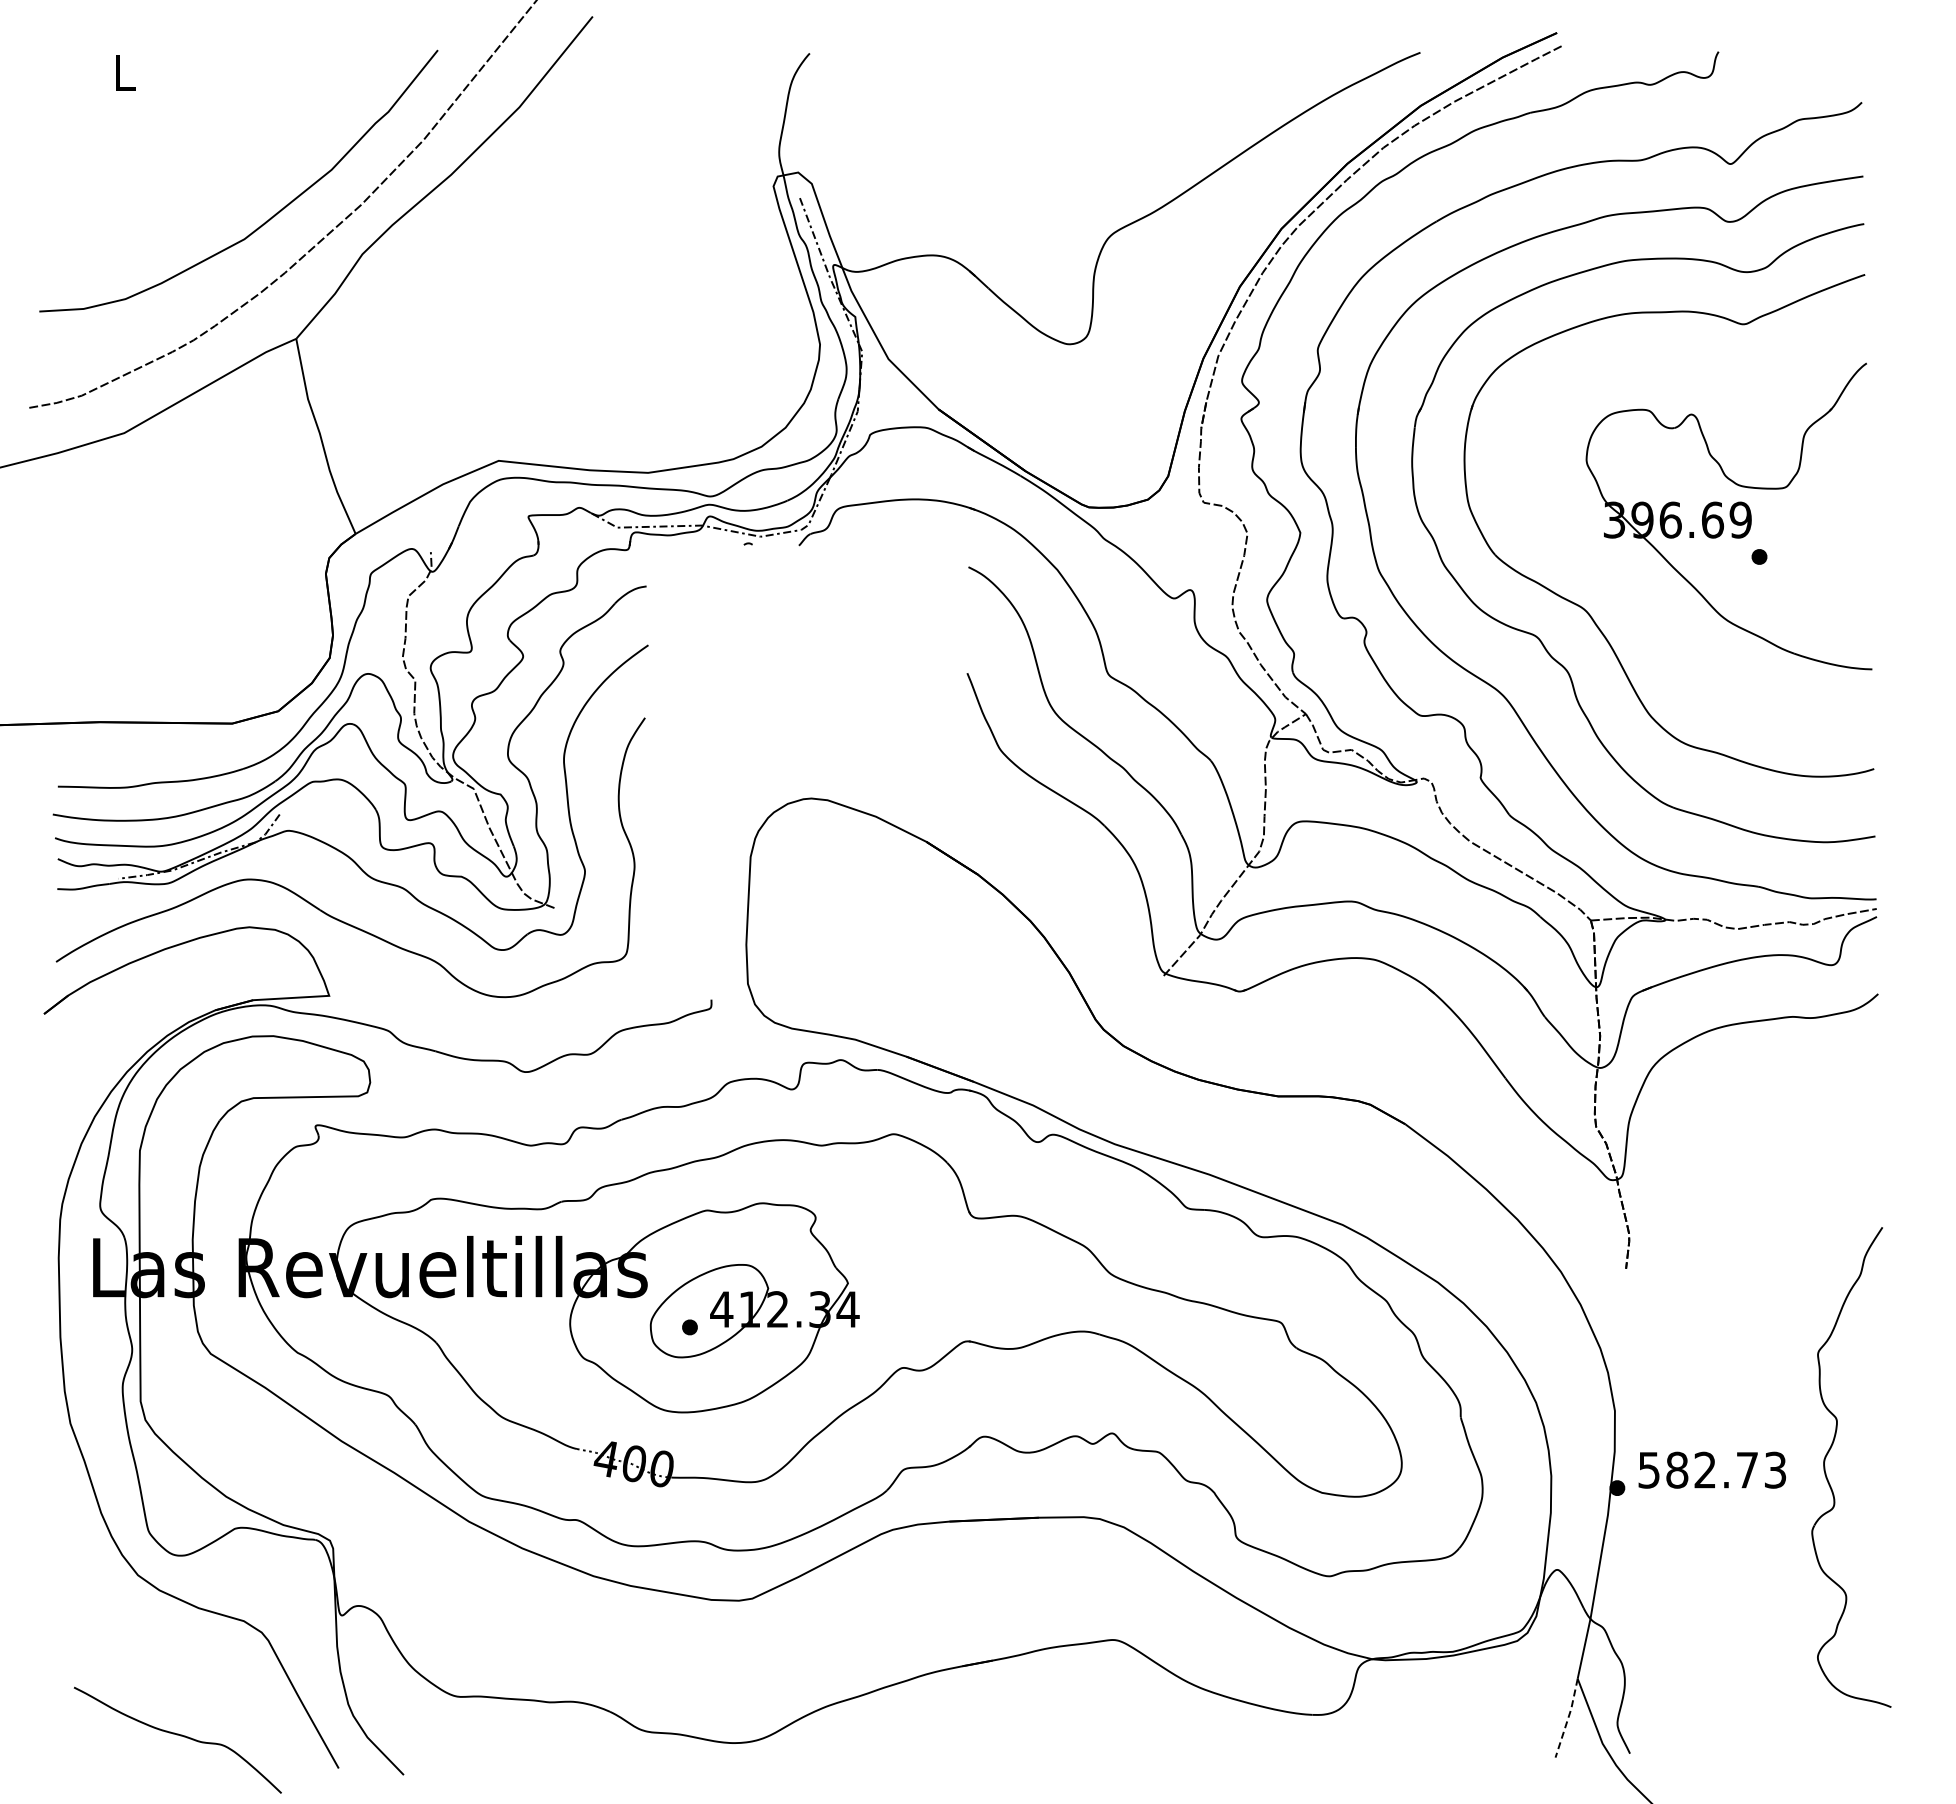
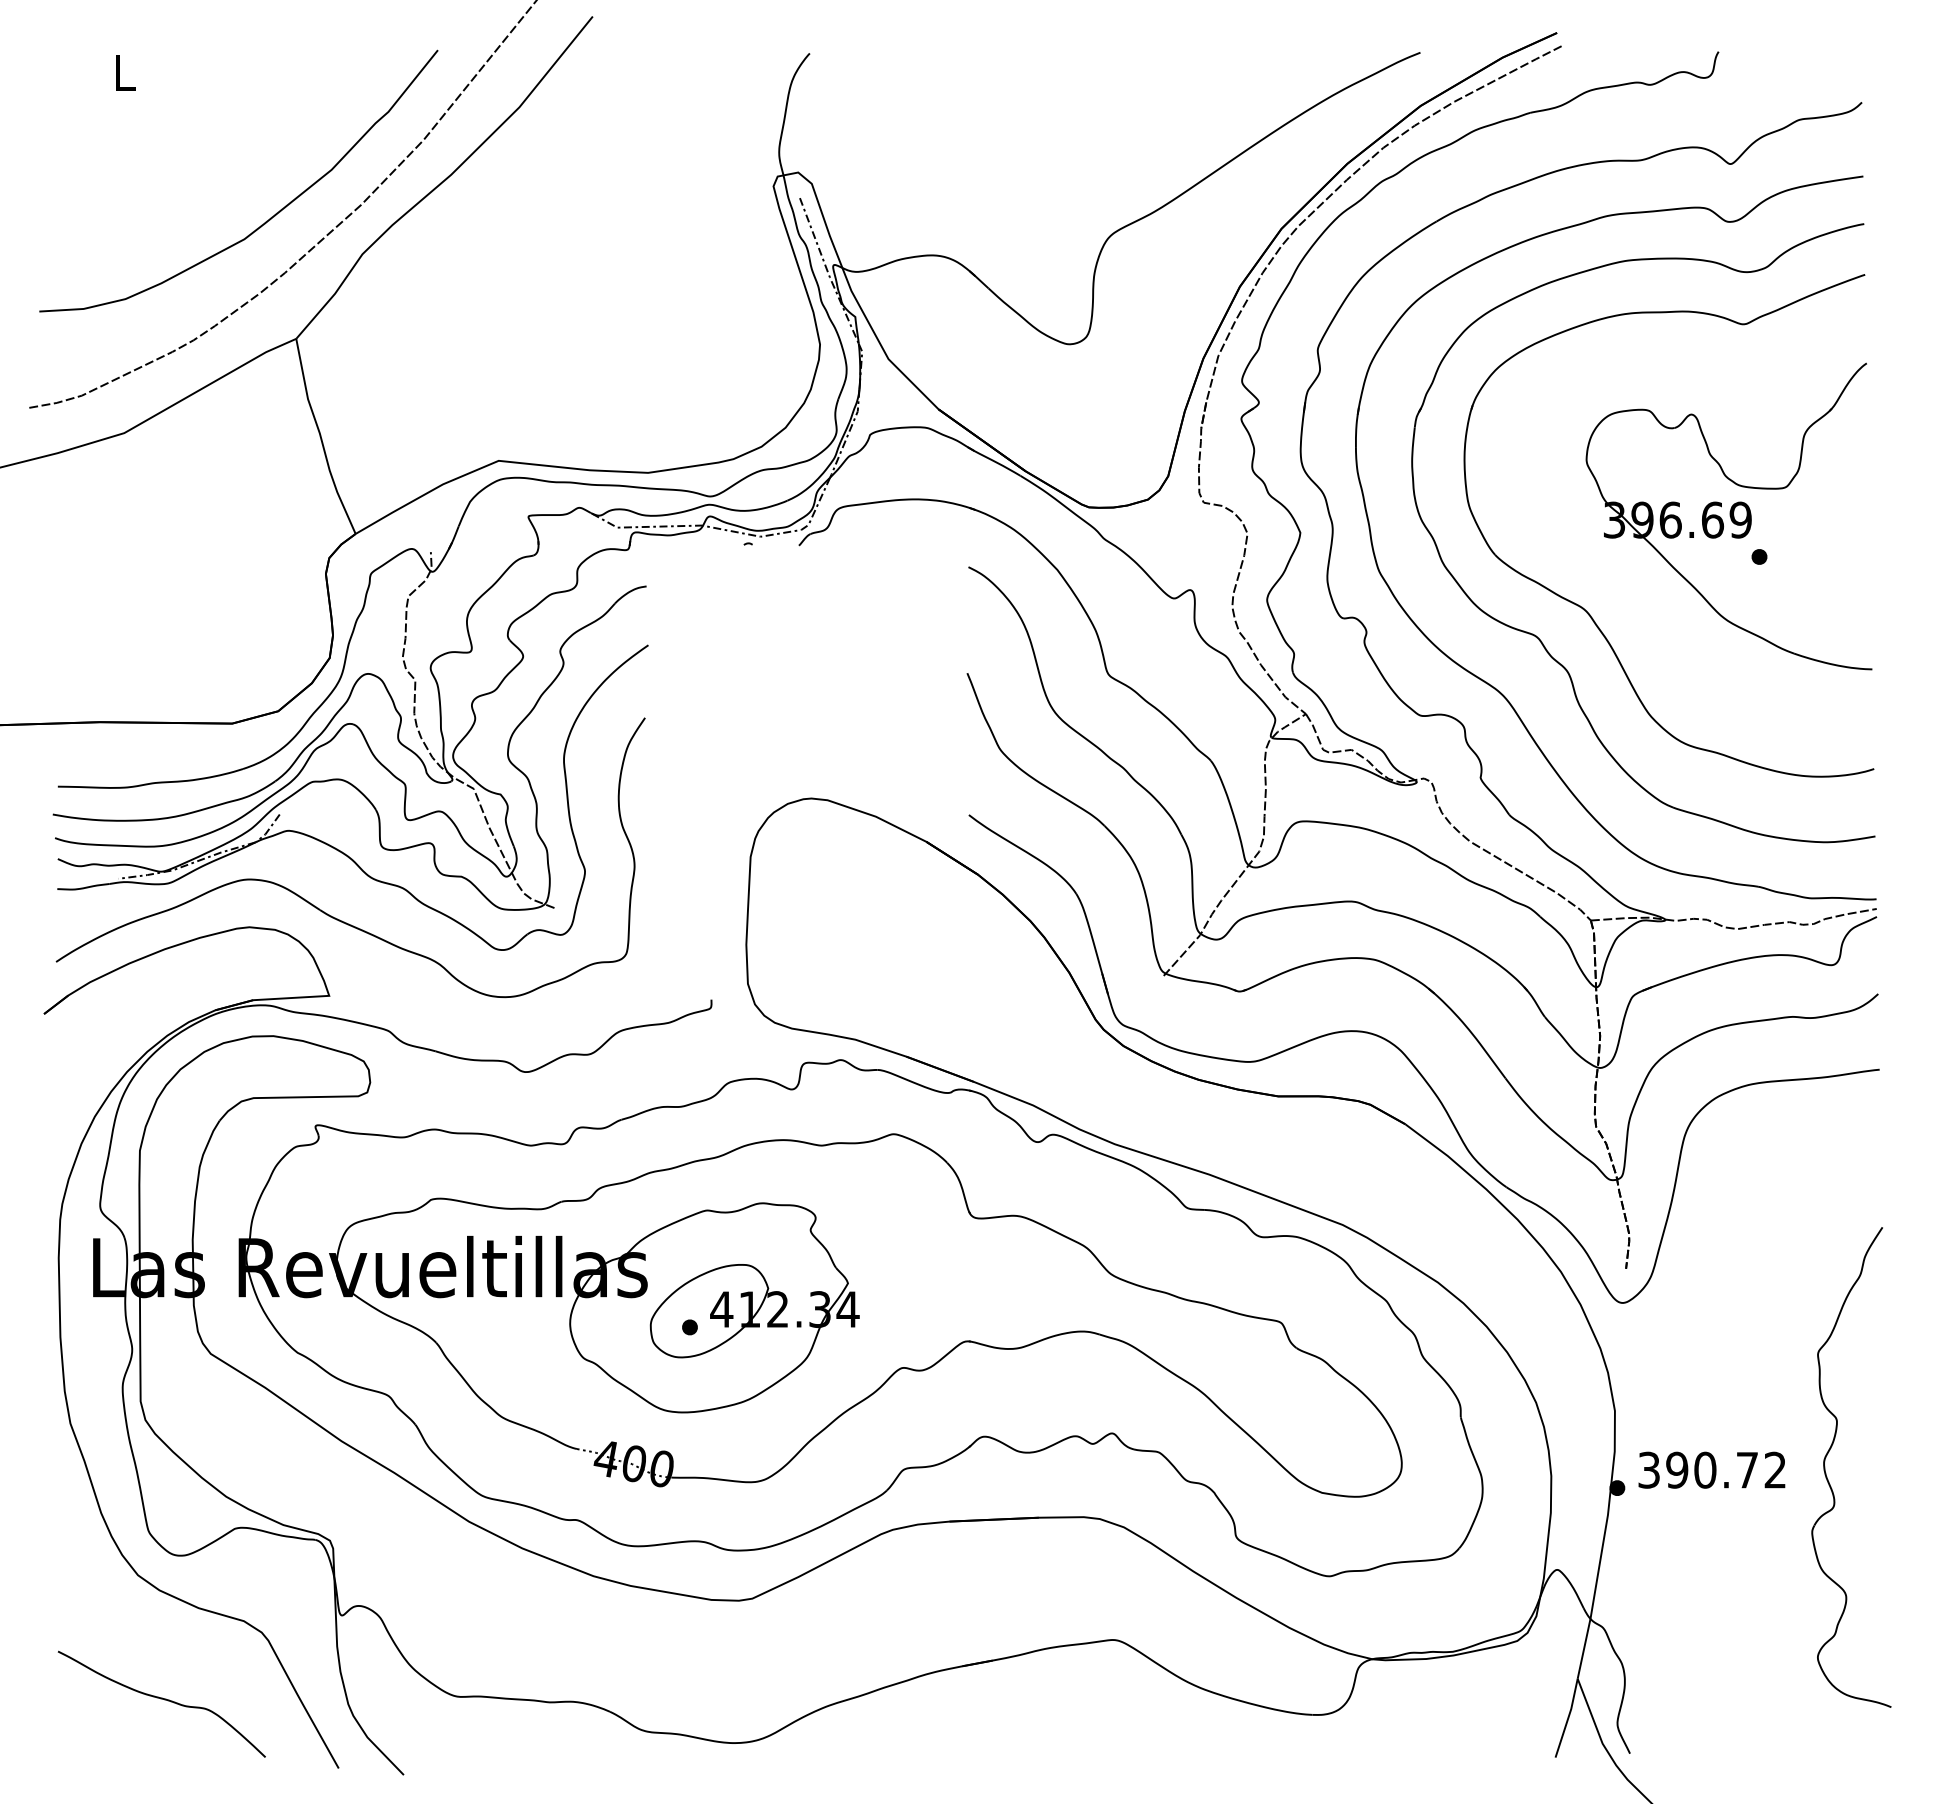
part at (1413, 1063): none -> present
text at (1712, 1469): 582.73 -> 390.72
line at (1568, 1718): dashed -> solid
curve at (177, 1735) position: (177, 1735) -> (161, 1699)
